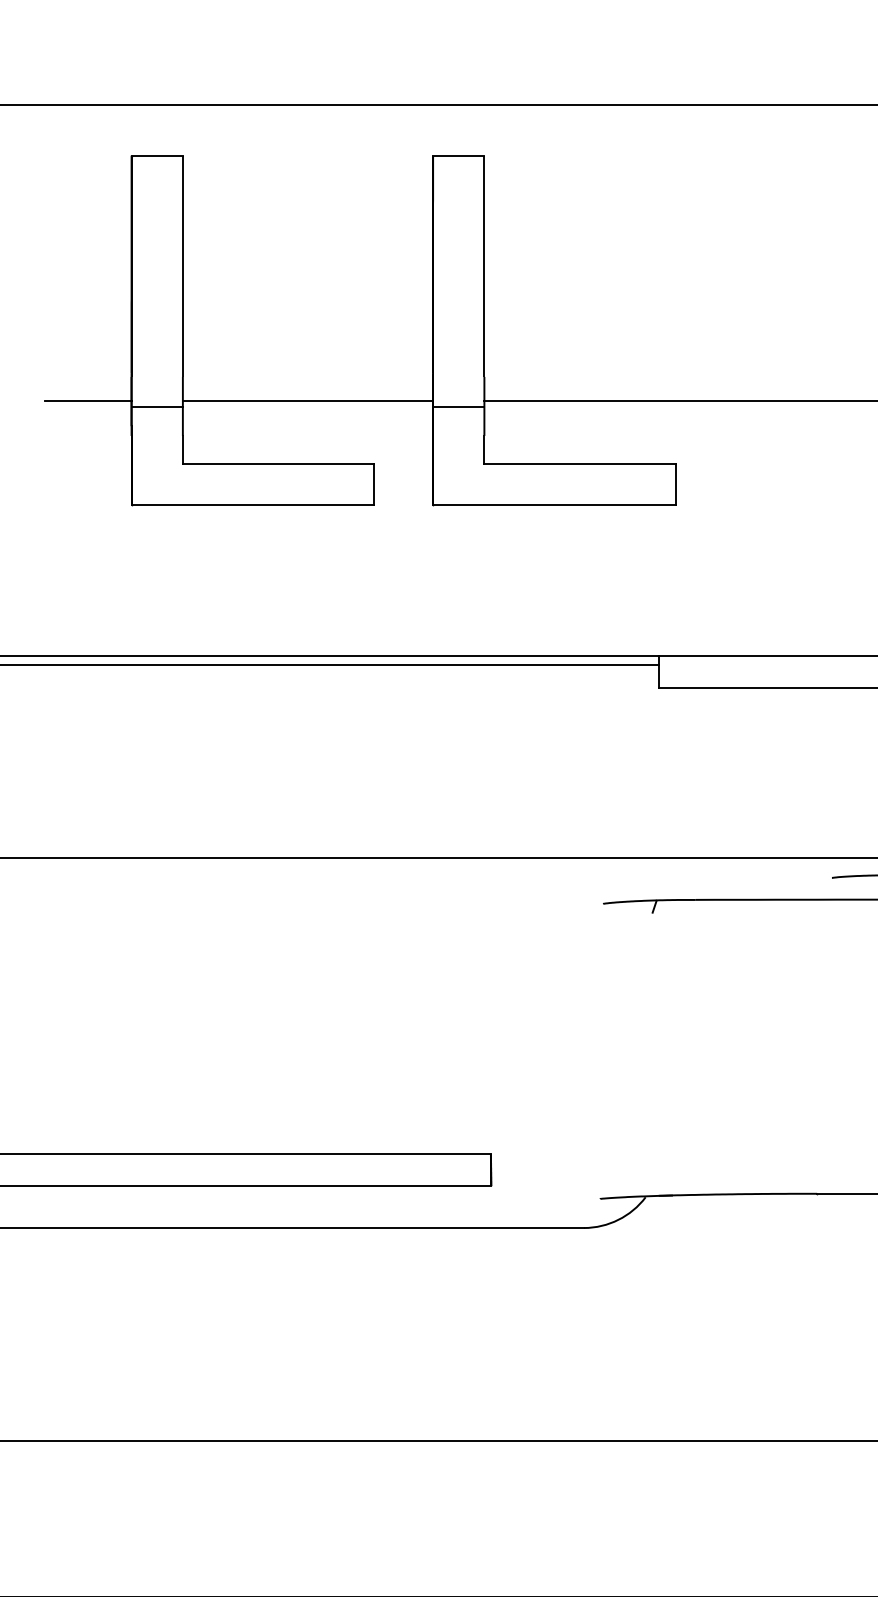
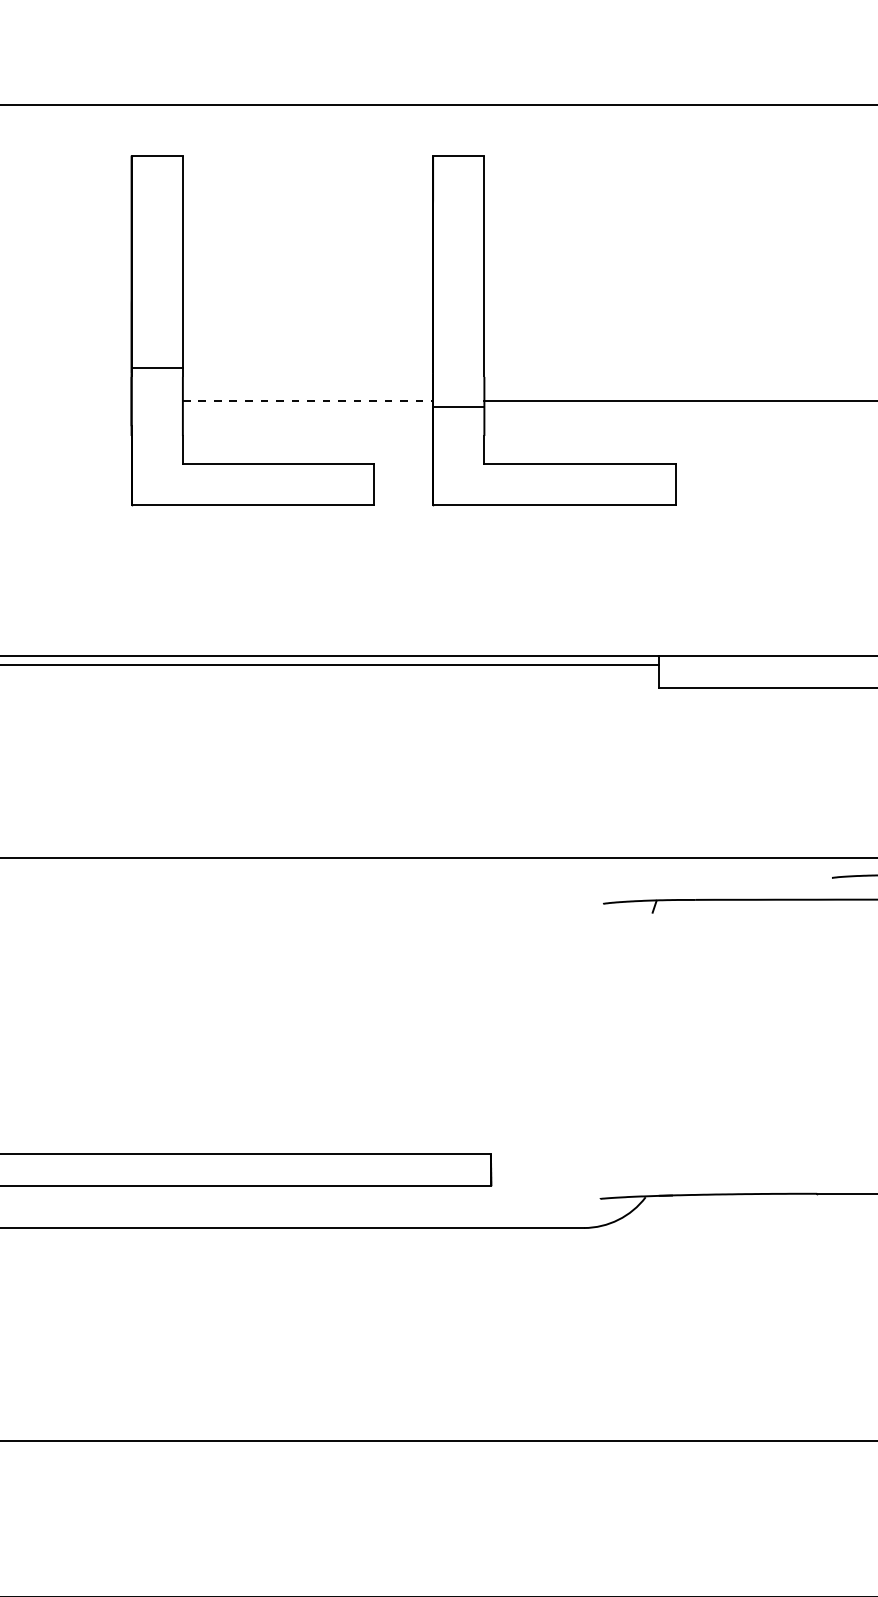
line at (88, 400): present -> none
line at (308, 400): solid -> dashed
line at (156, 407) position: (156, 407) -> (156, 368)
